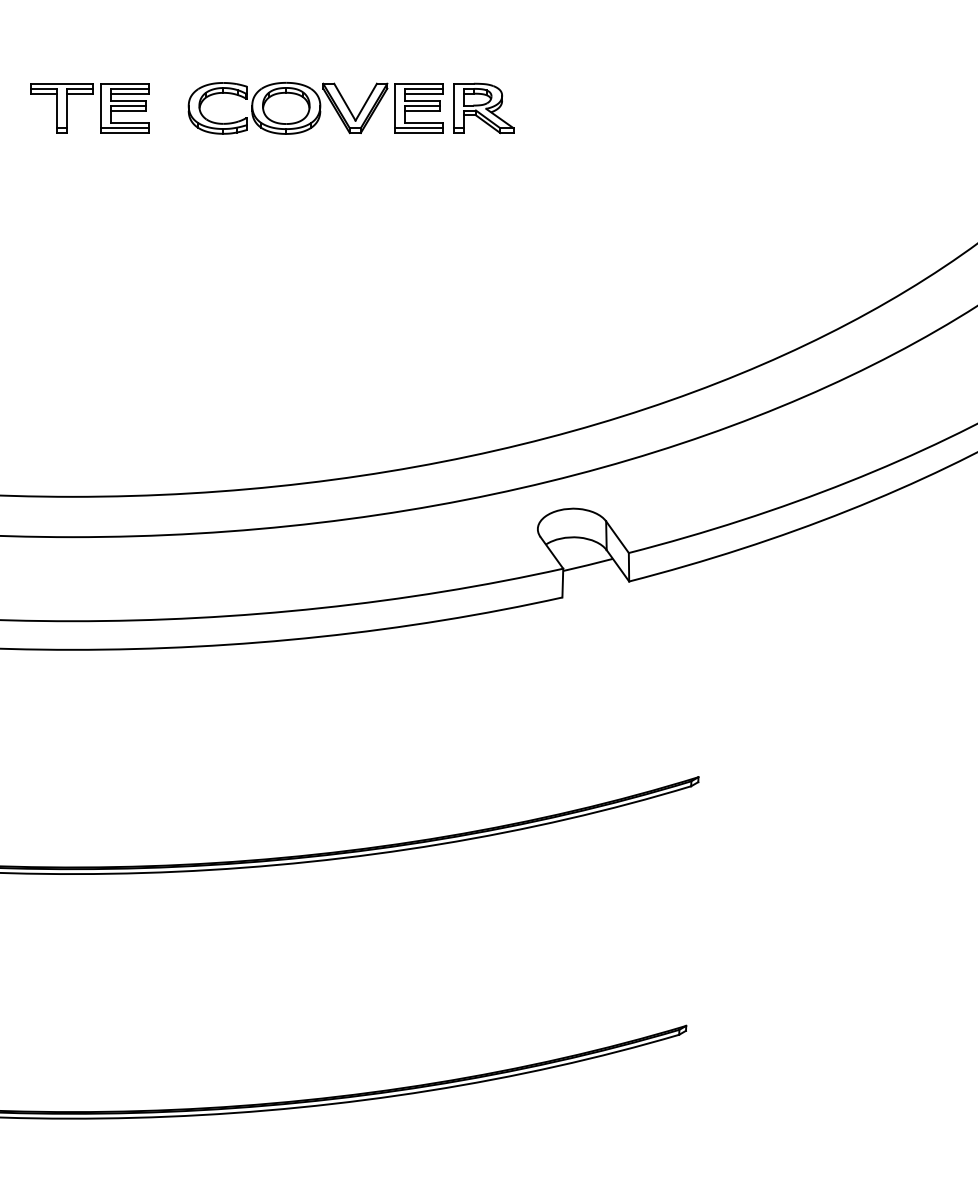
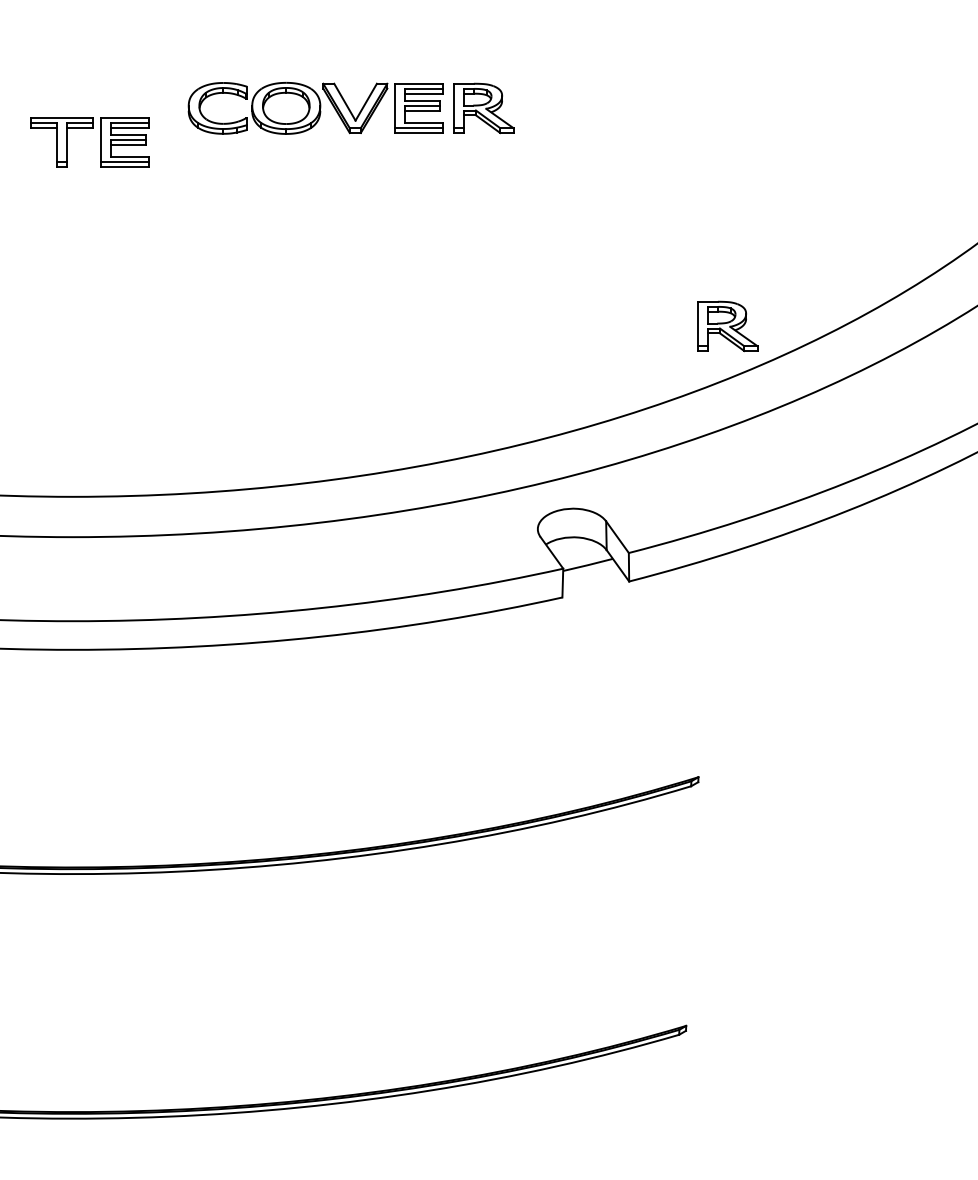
part at (100, 108) position: (100, 108) -> (100, 142)
part at (727, 326): none -> present
